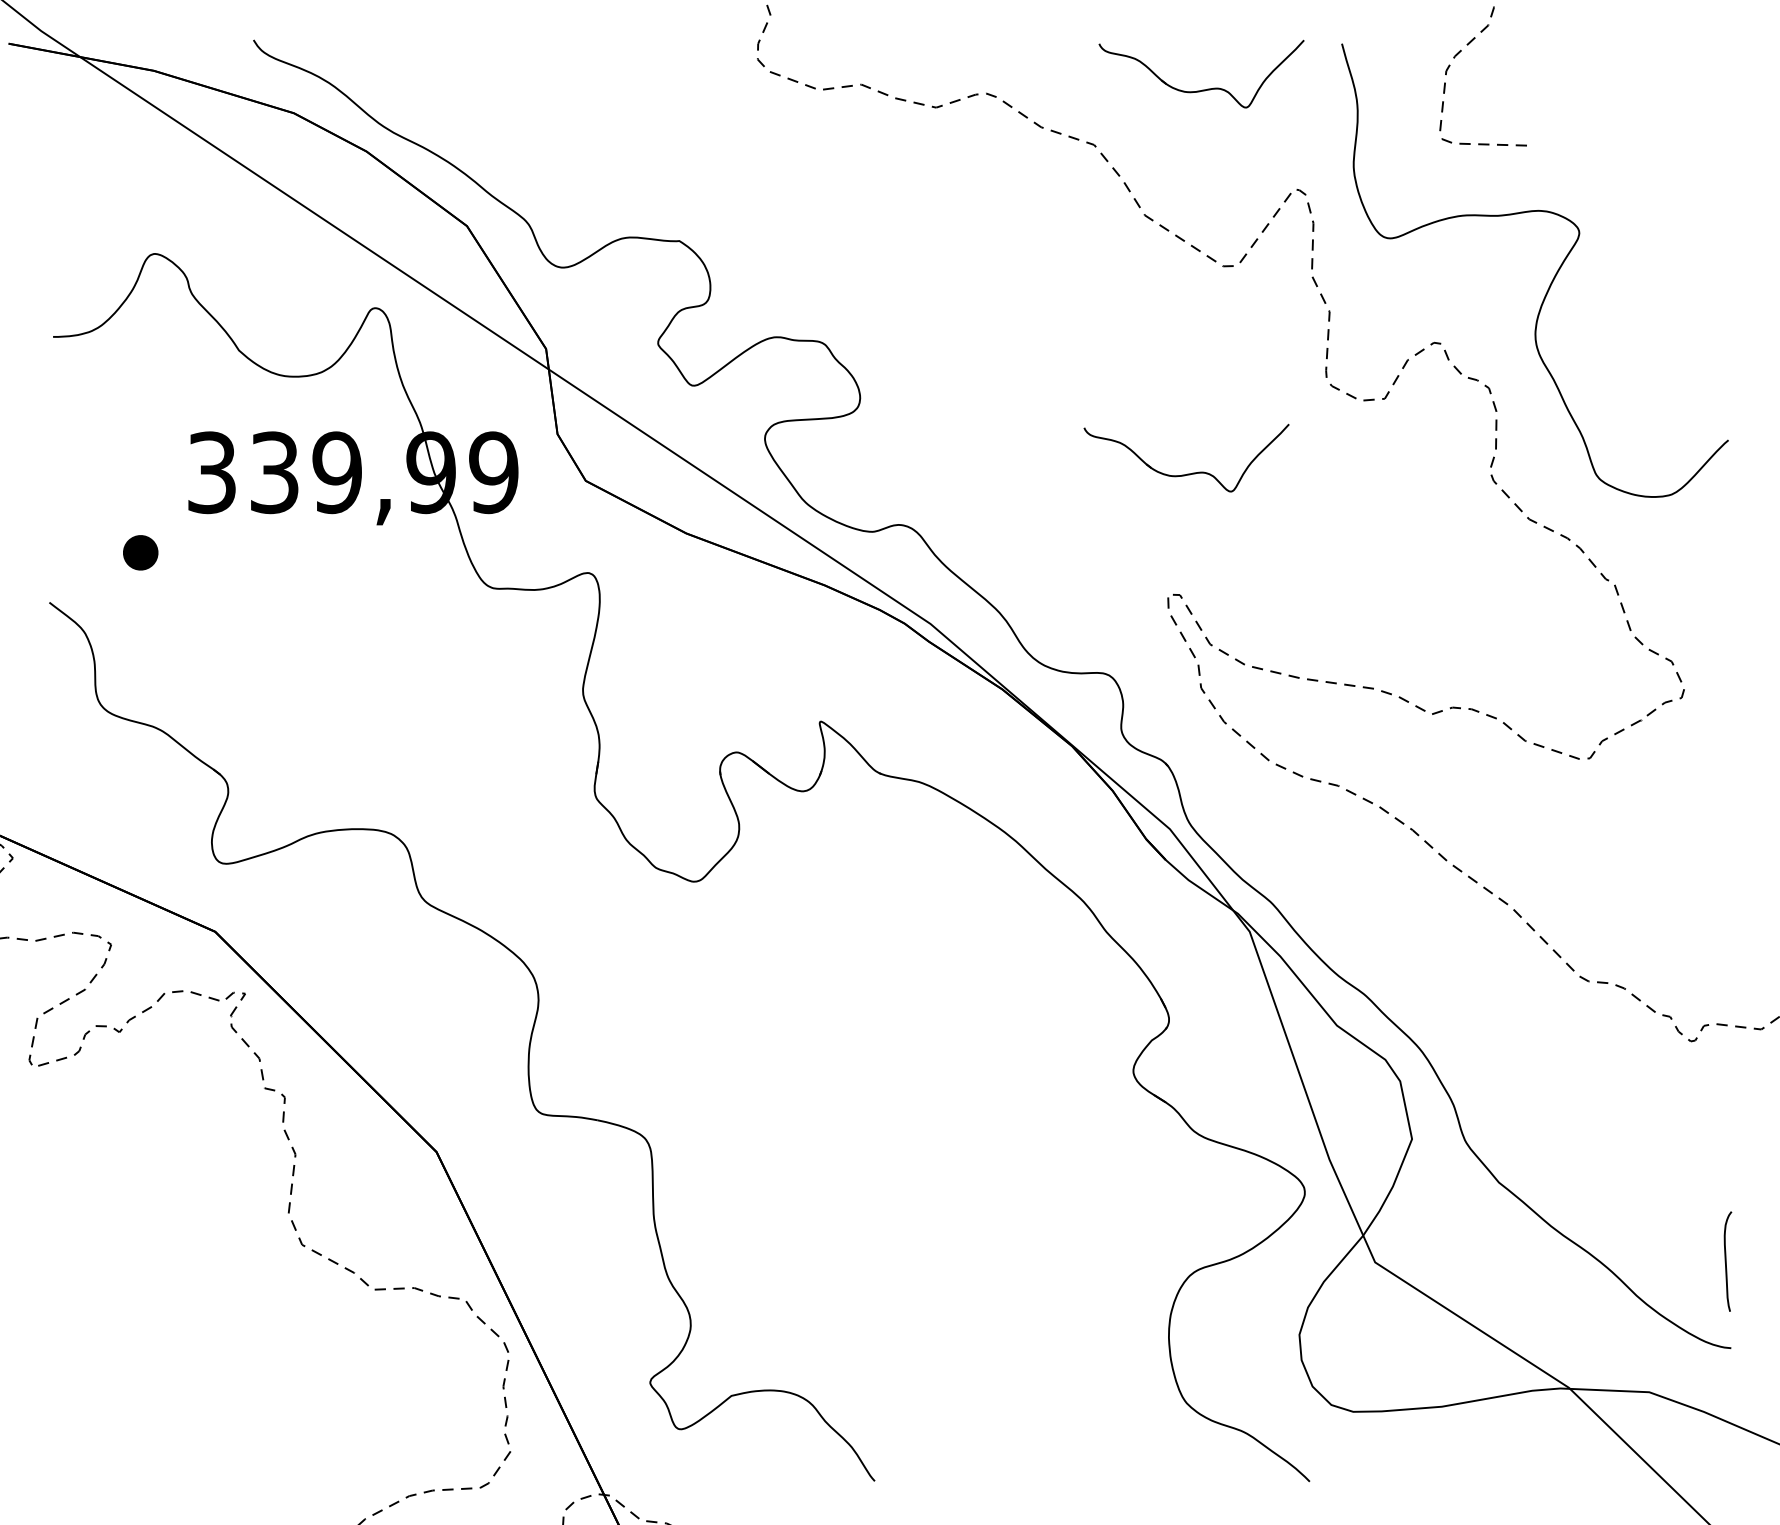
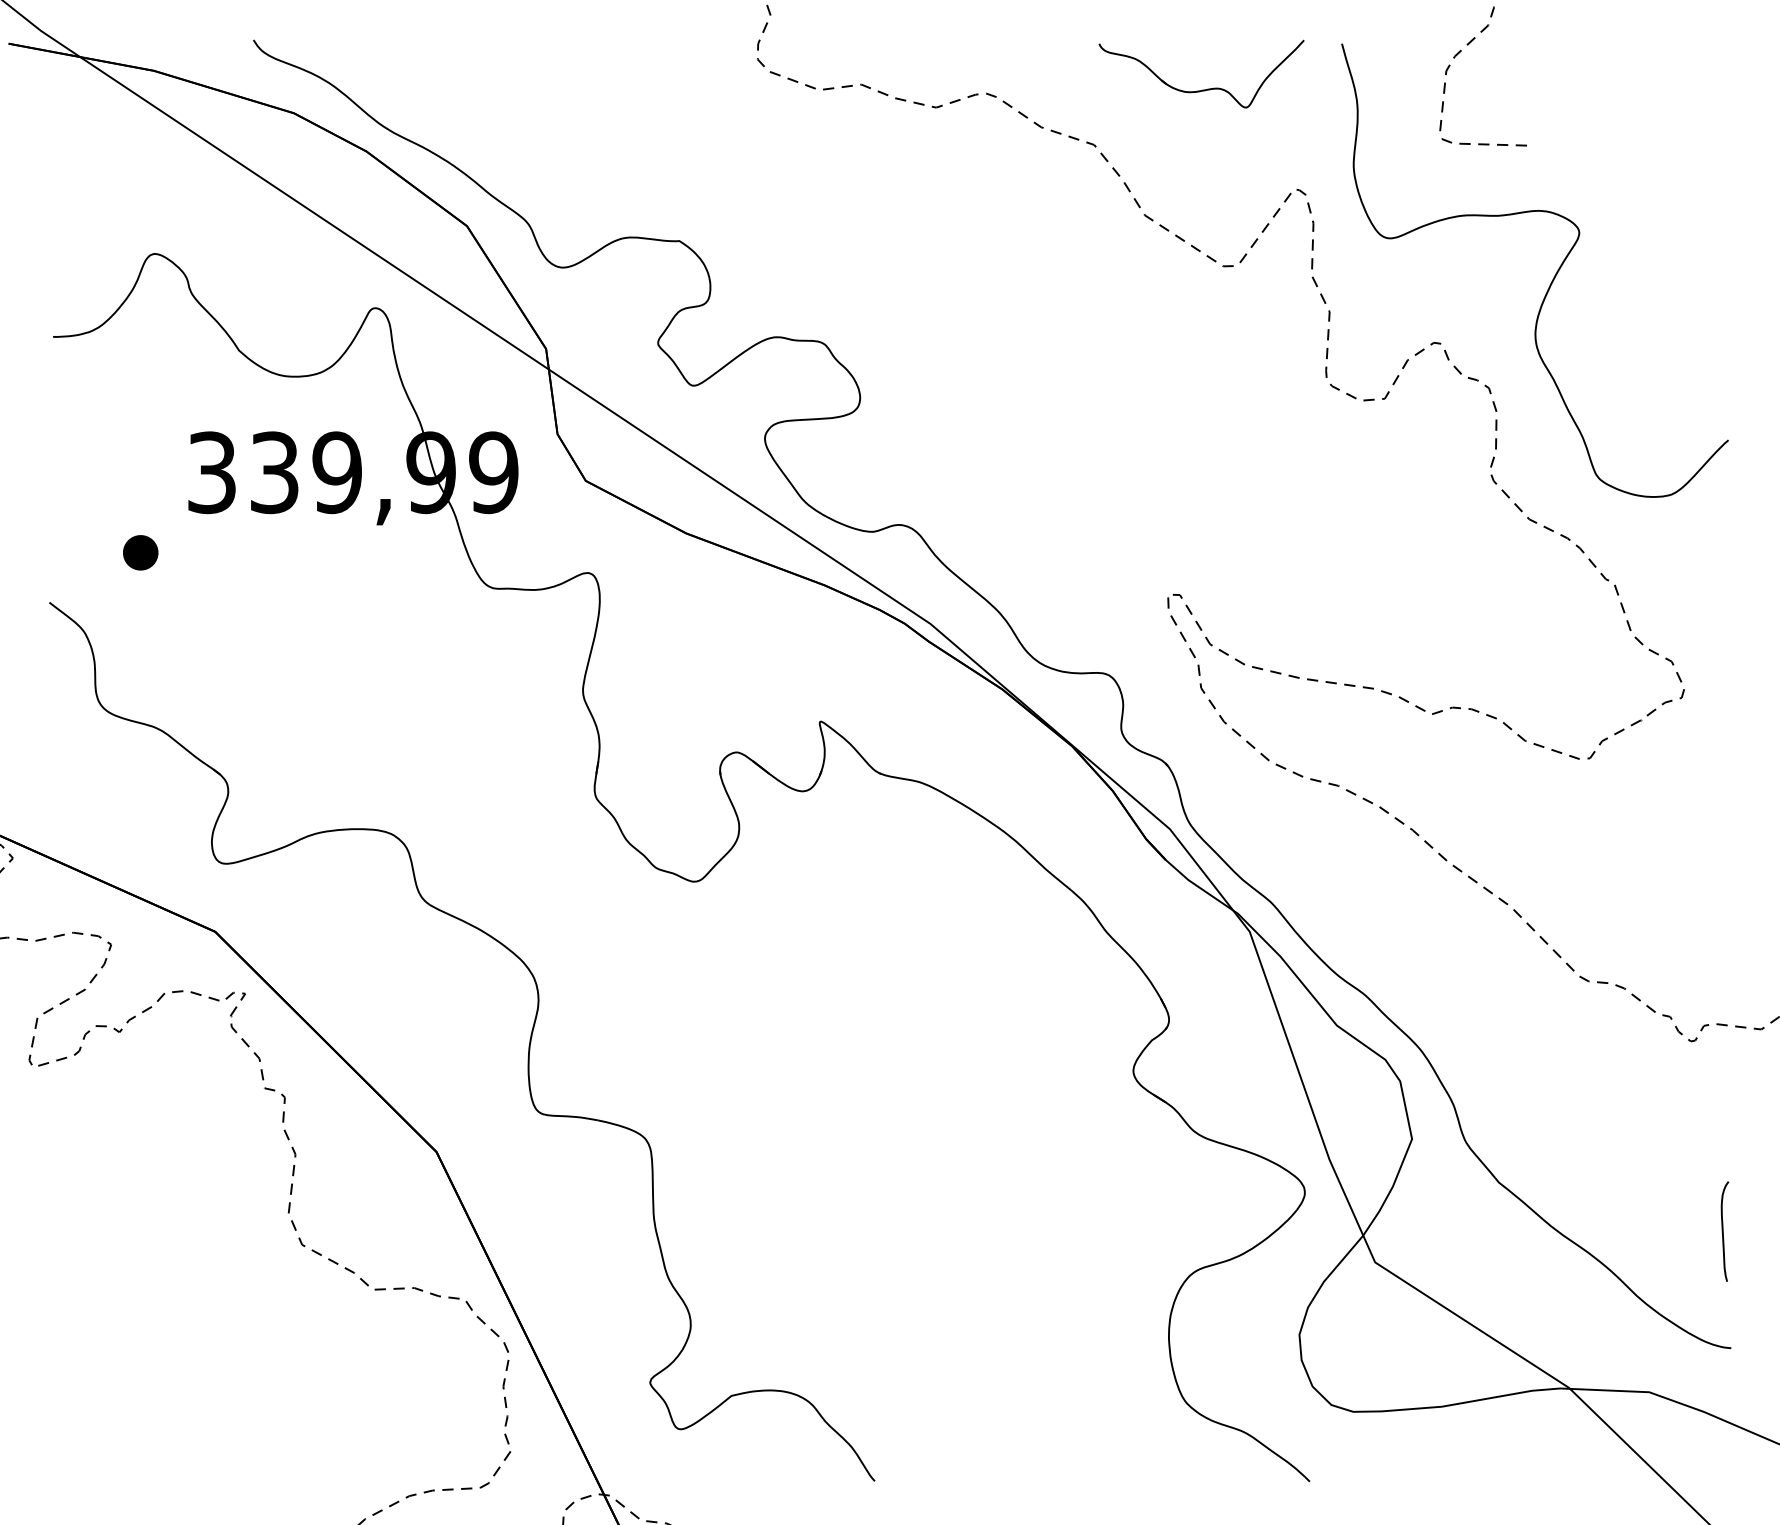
part at (1187, 473): present -> none
curve at (1726, 1261) position: (1726, 1261) -> (1723, 1231)
